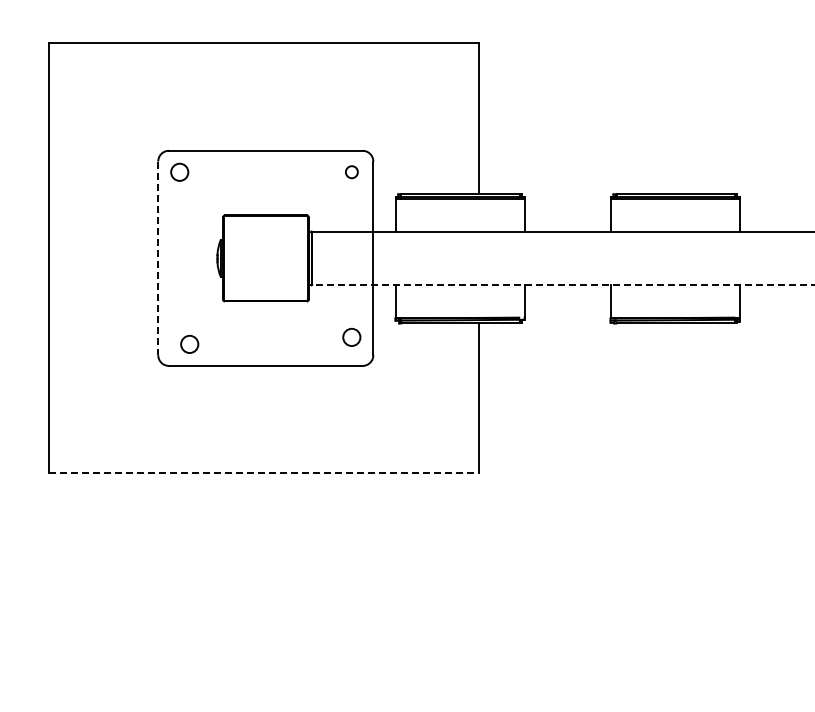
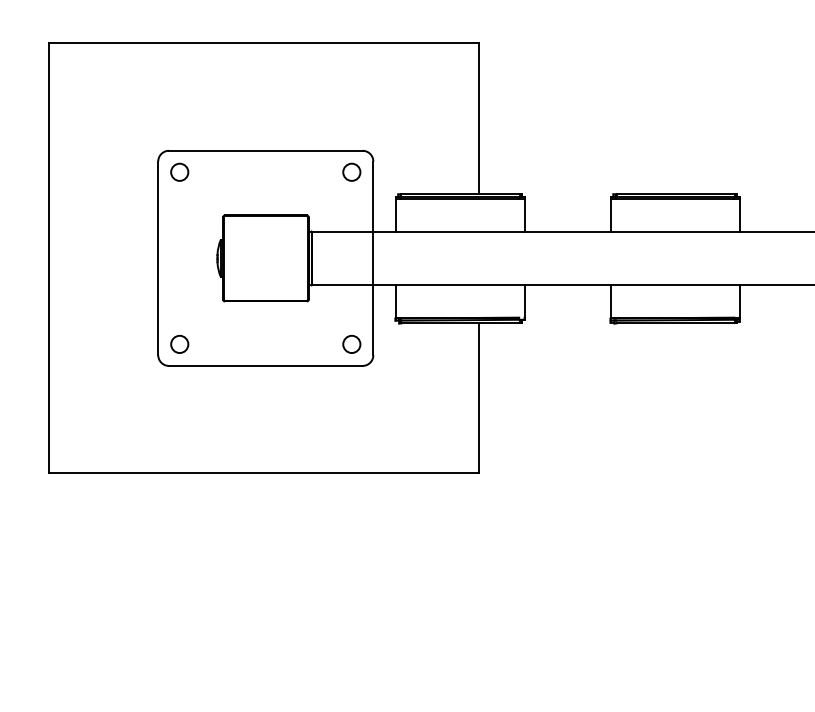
circle at (351, 172) size: 14x15 px -> 20x20 px
line at (158, 258): dashed -> solid
line at (562, 285): dashed -> solid
circle at (351, 336) position: (351, 336) -> (351, 343)
circle at (189, 343) position: (189, 343) -> (179, 343)
line at (264, 473): dashed -> solid
